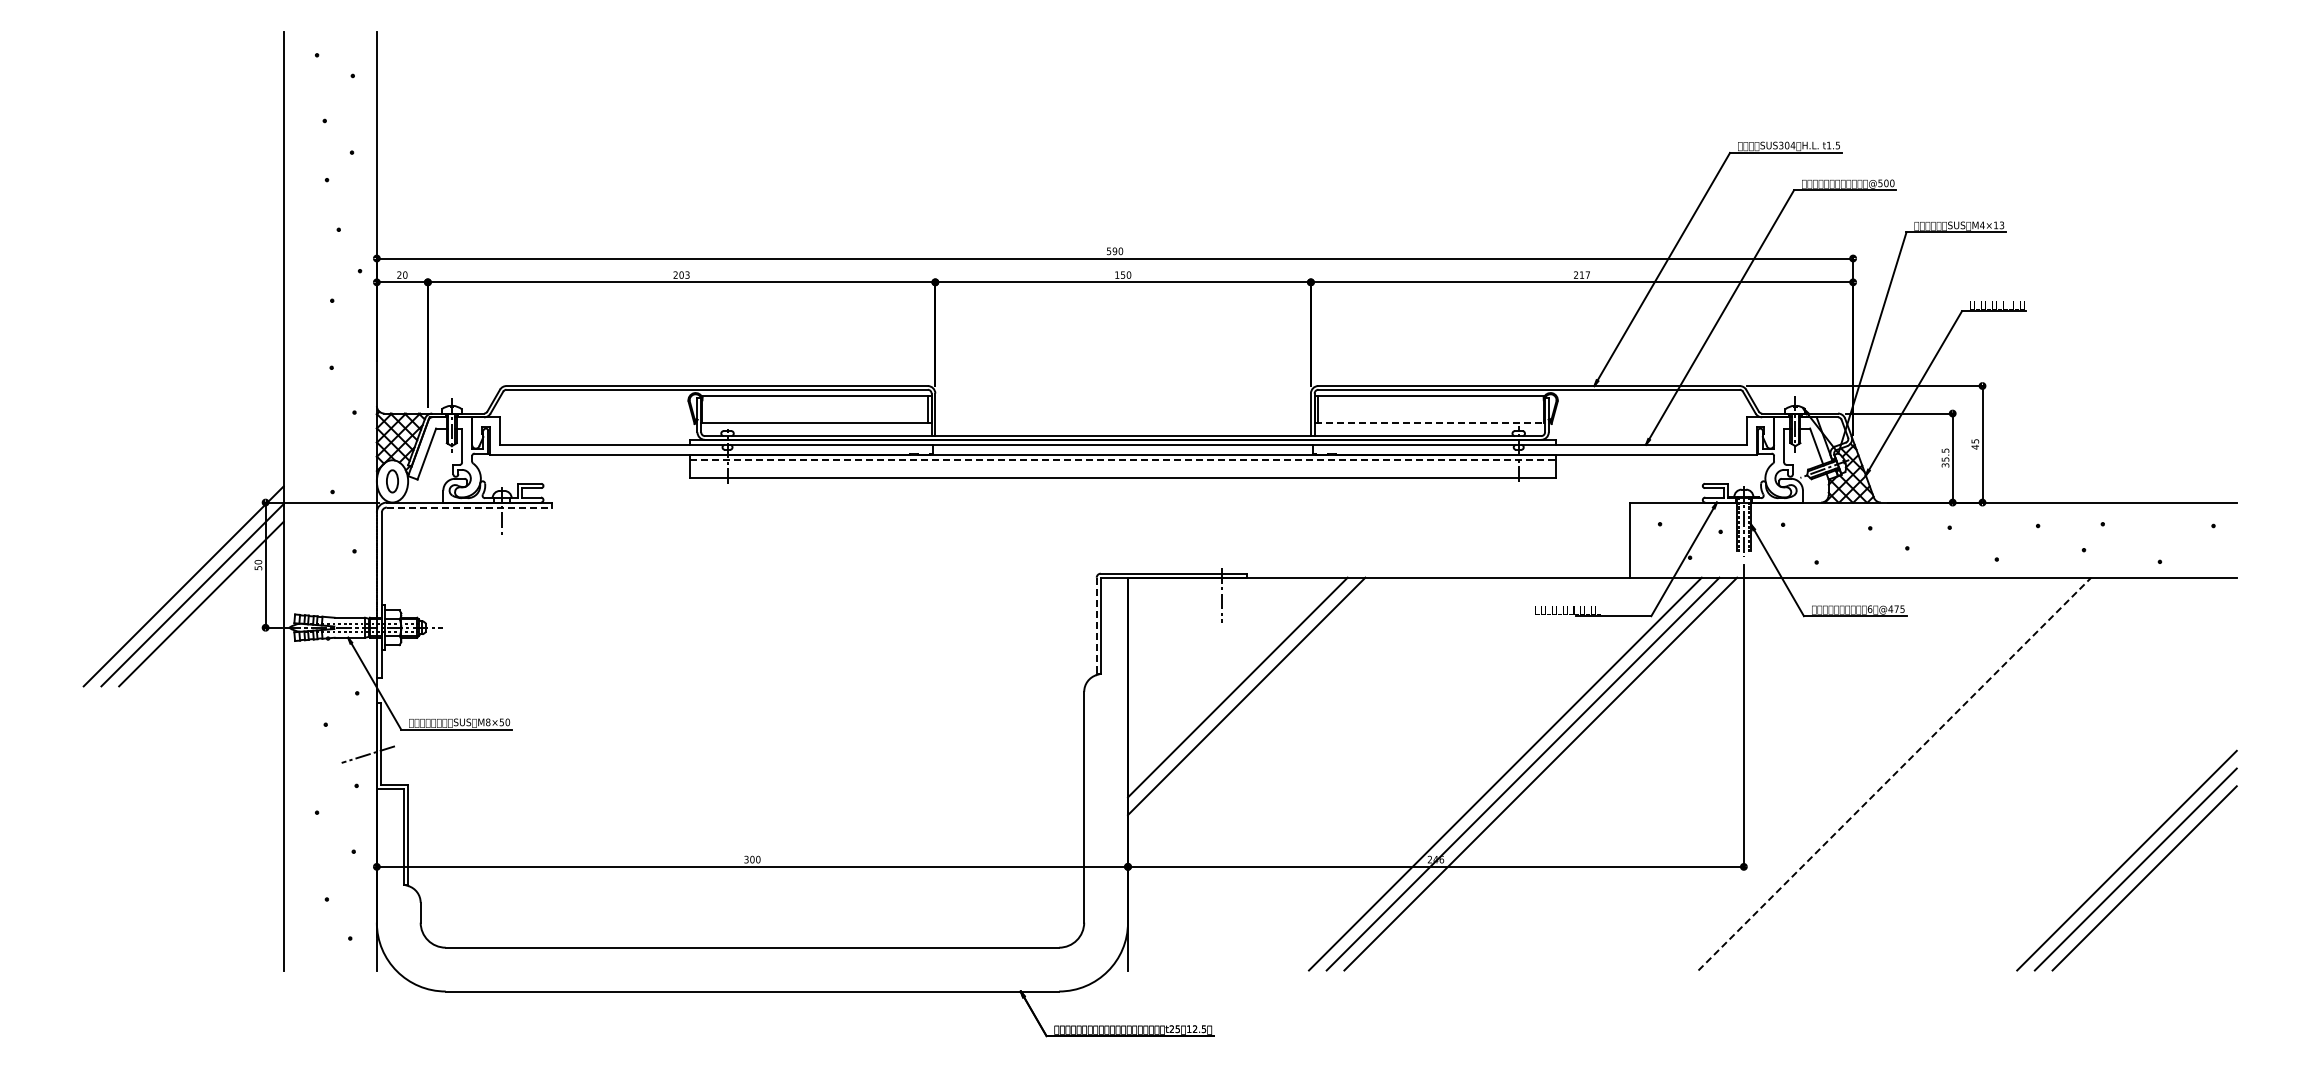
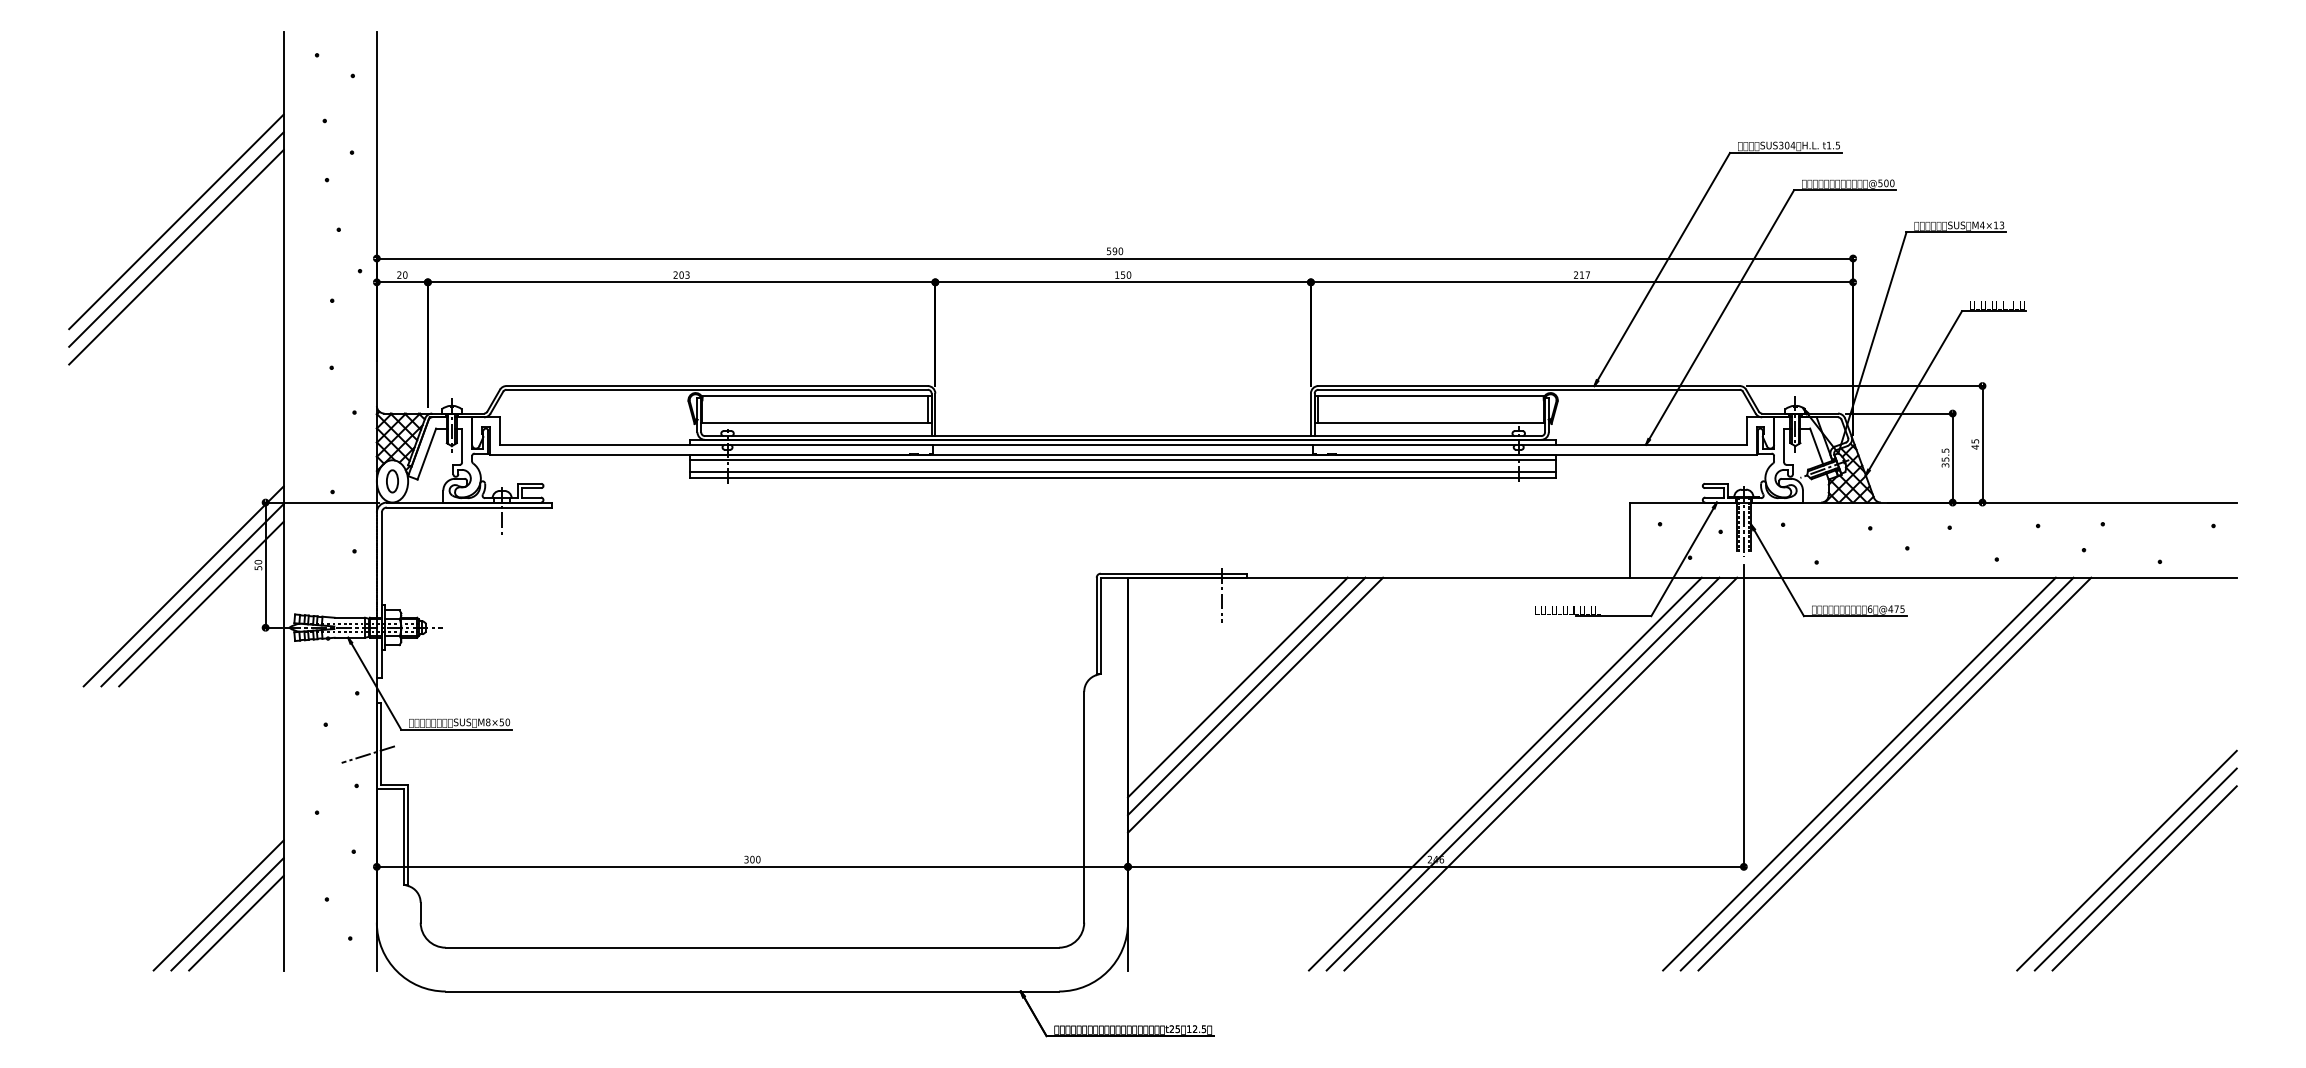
line at (176, 221): none -> present
line at (176, 239): none -> present
line at (176, 256): none -> present
line at (1430, 423): dashed -> solid
line at (1123, 460): dashed -> solid
line at (1122, 472): none -> present
line at (469, 507): dashed -> solid
line at (1096, 626): dashed -> solid
line at (1255, 704): none -> present
line at (1859, 773): none -> present
line at (1876, 773): none -> present
line at (1894, 774): dashed -> solid
line at (218, 905): none -> present
line at (227, 914): none -> present
line at (236, 922): none -> present
